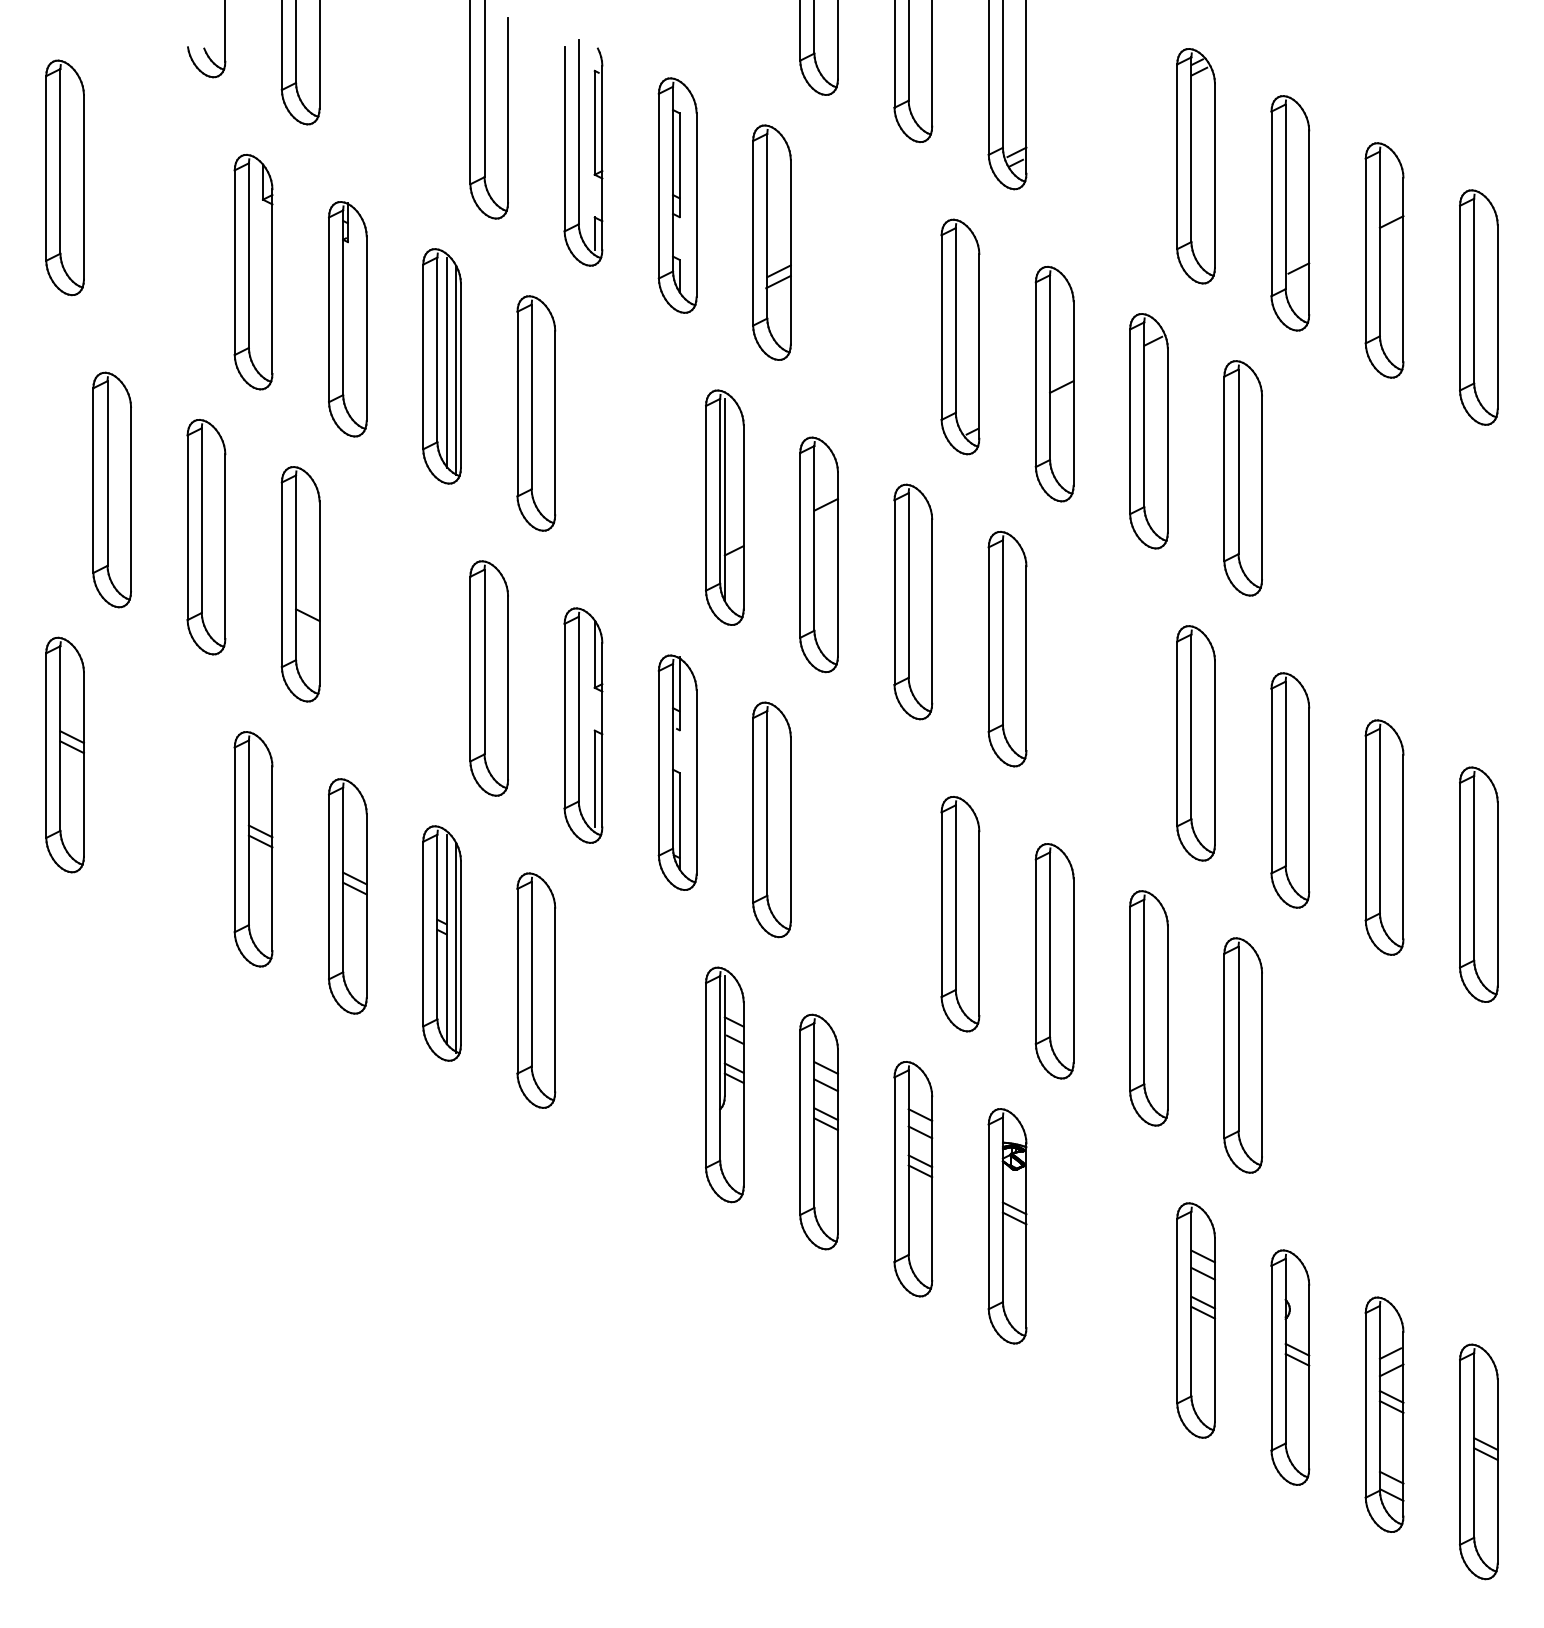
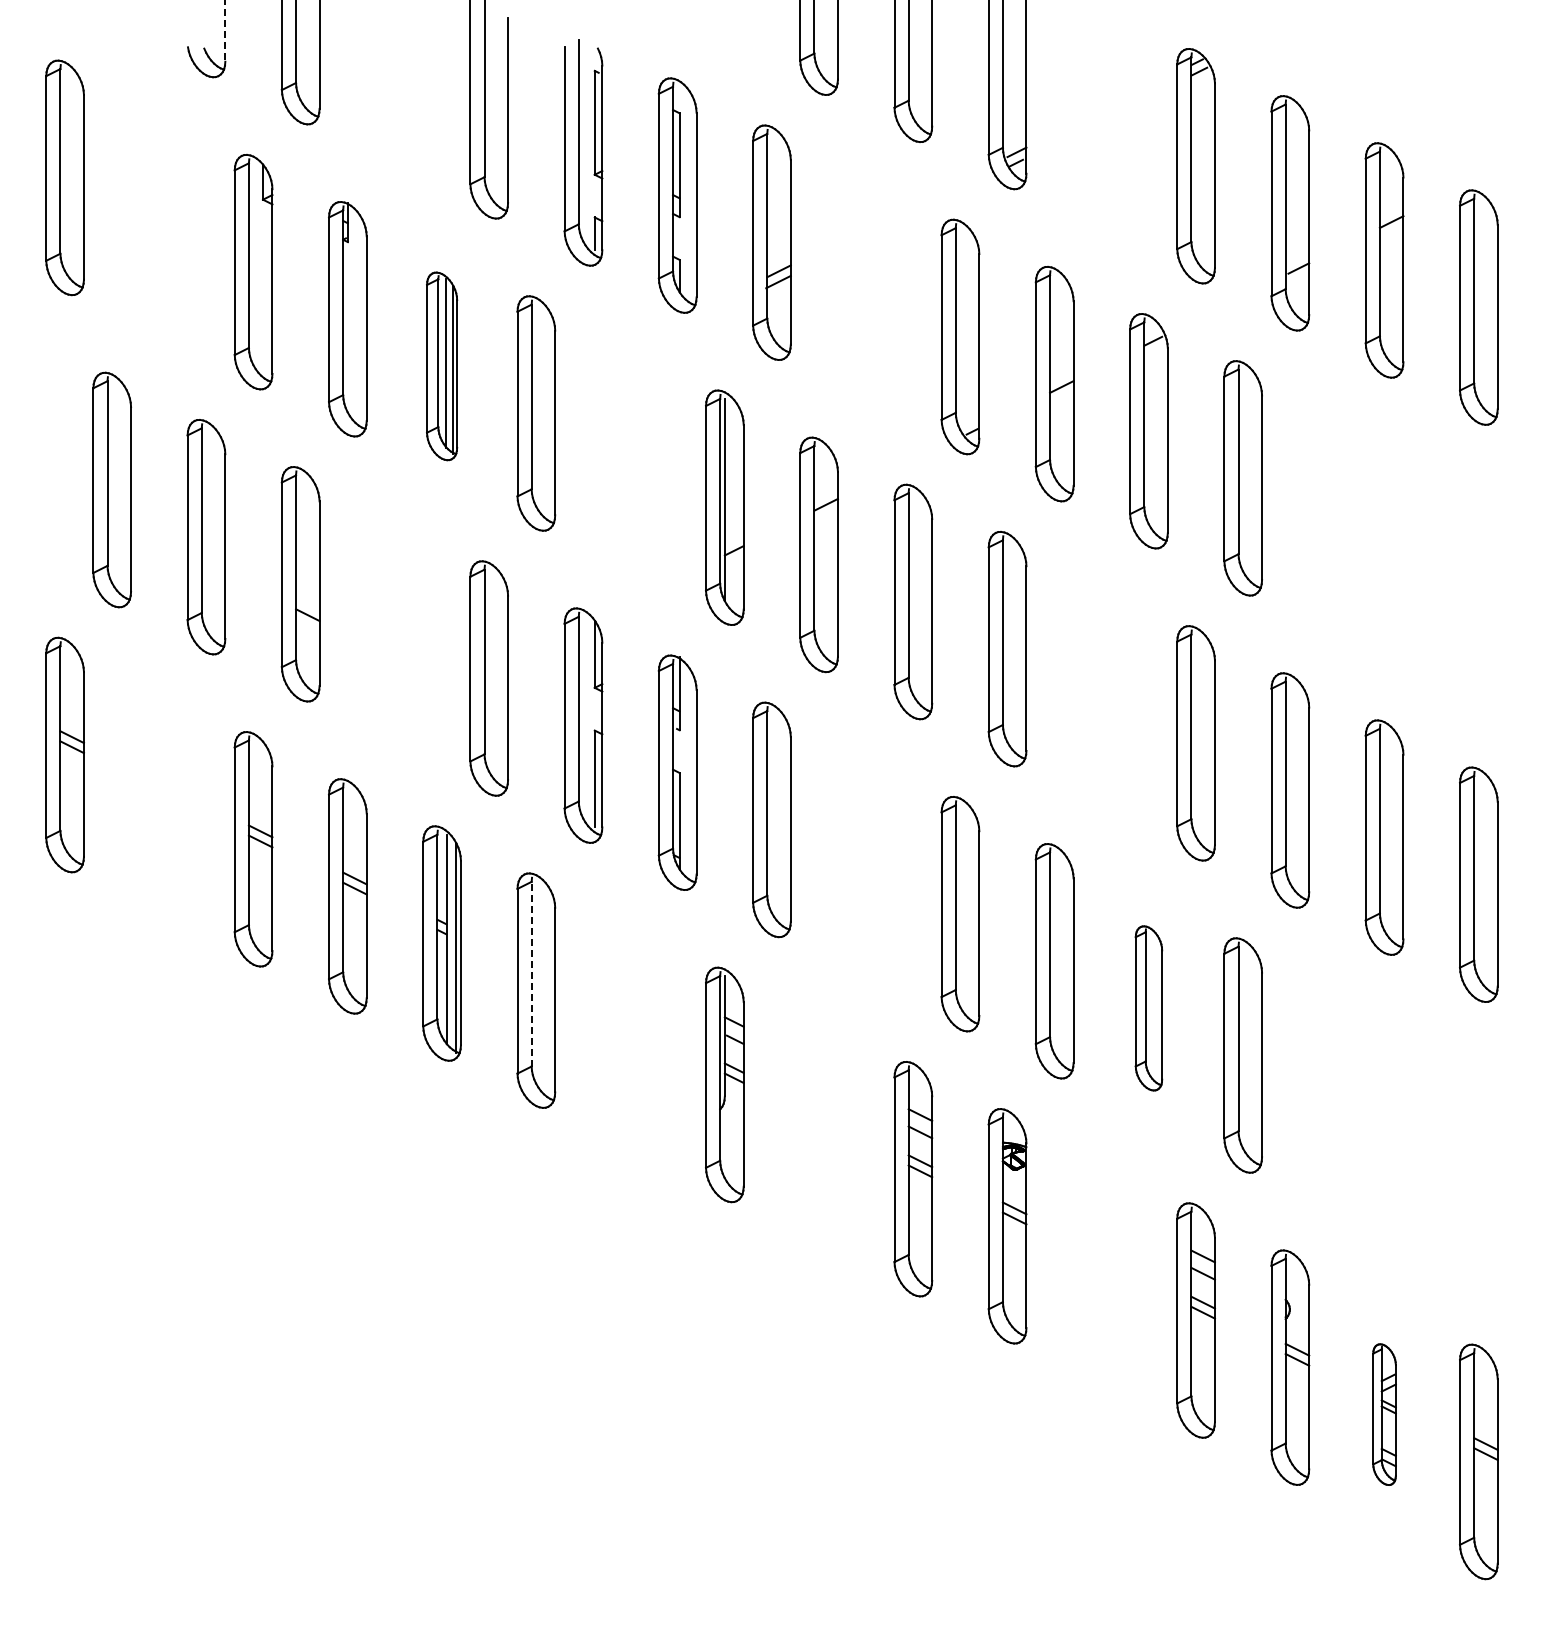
line at (225, 31): solid -> dashed
part at (441, 366) size: 40x237 px -> 33x191 px
line at (531, 973): solid -> dashed
part at (1148, 1008) size: 40x237 px -> 30x167 px
part at (818, 1131): present -> none
part at (1384, 1414) size: 41x237 px -> 25x143 px
